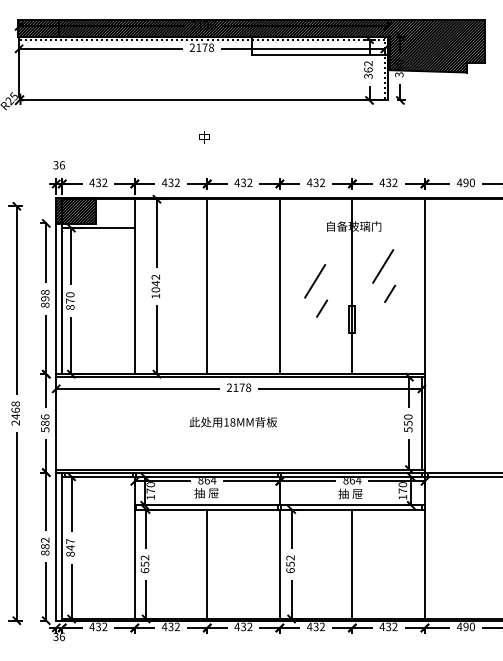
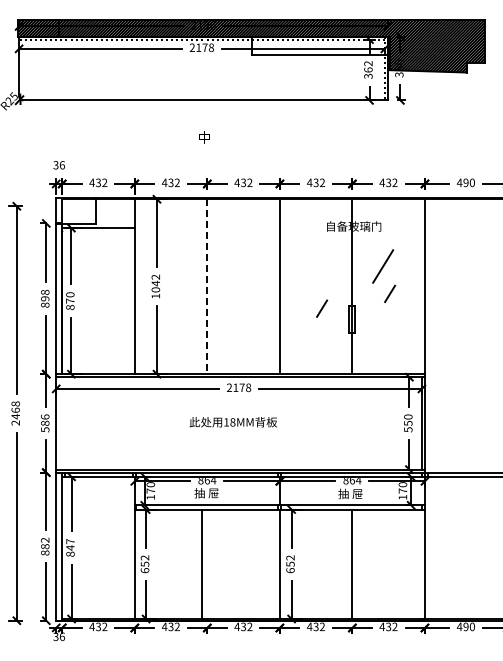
hatch at (75, 210): present -> none
line at (315, 281): present -> none
line at (207, 287): solid -> dashed
line at (207, 564) position: (207, 564) -> (202, 564)
